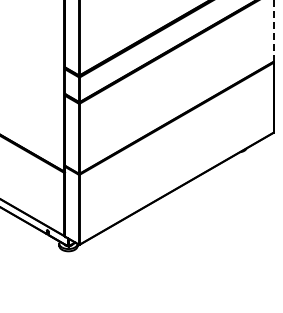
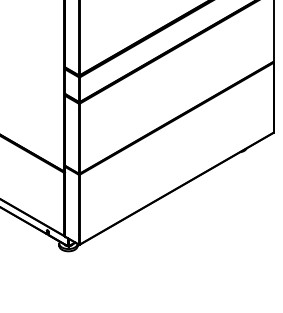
line at (273, 30): dashed -> solid
